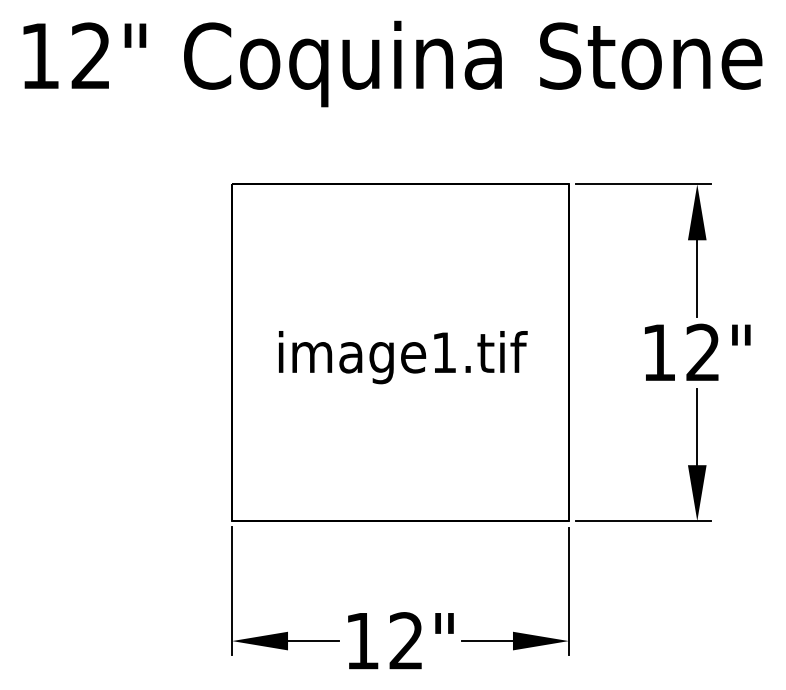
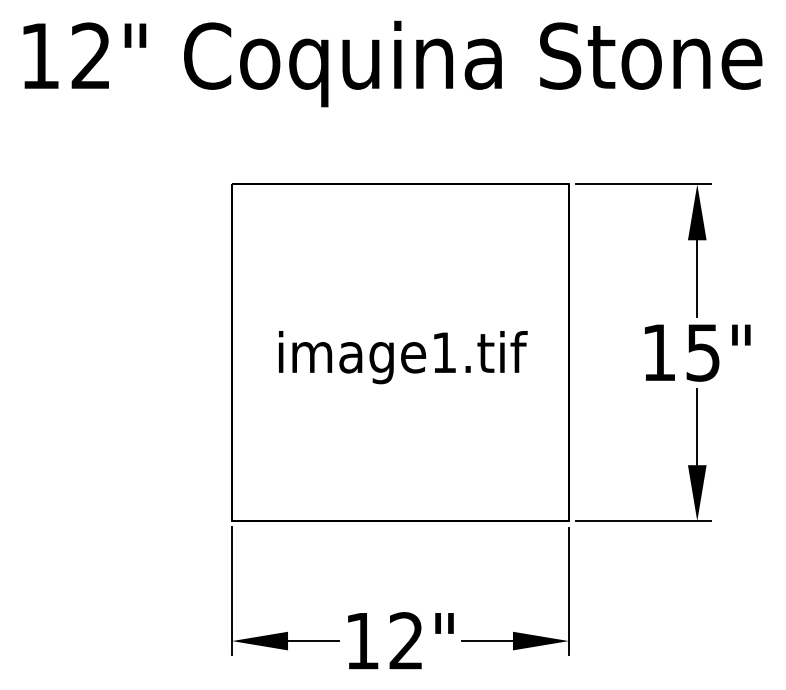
text at (702, 352): 12" -> 15"
